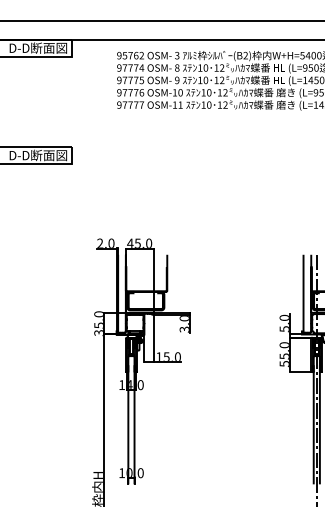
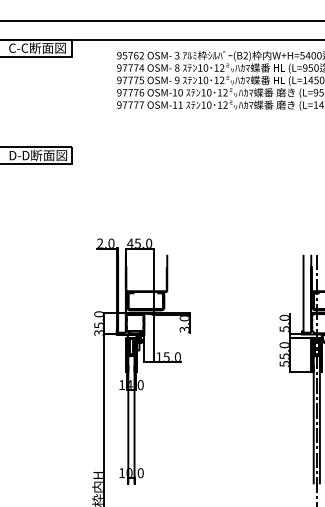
text at (38, 47): D-D断面図 -> C-C断面図
